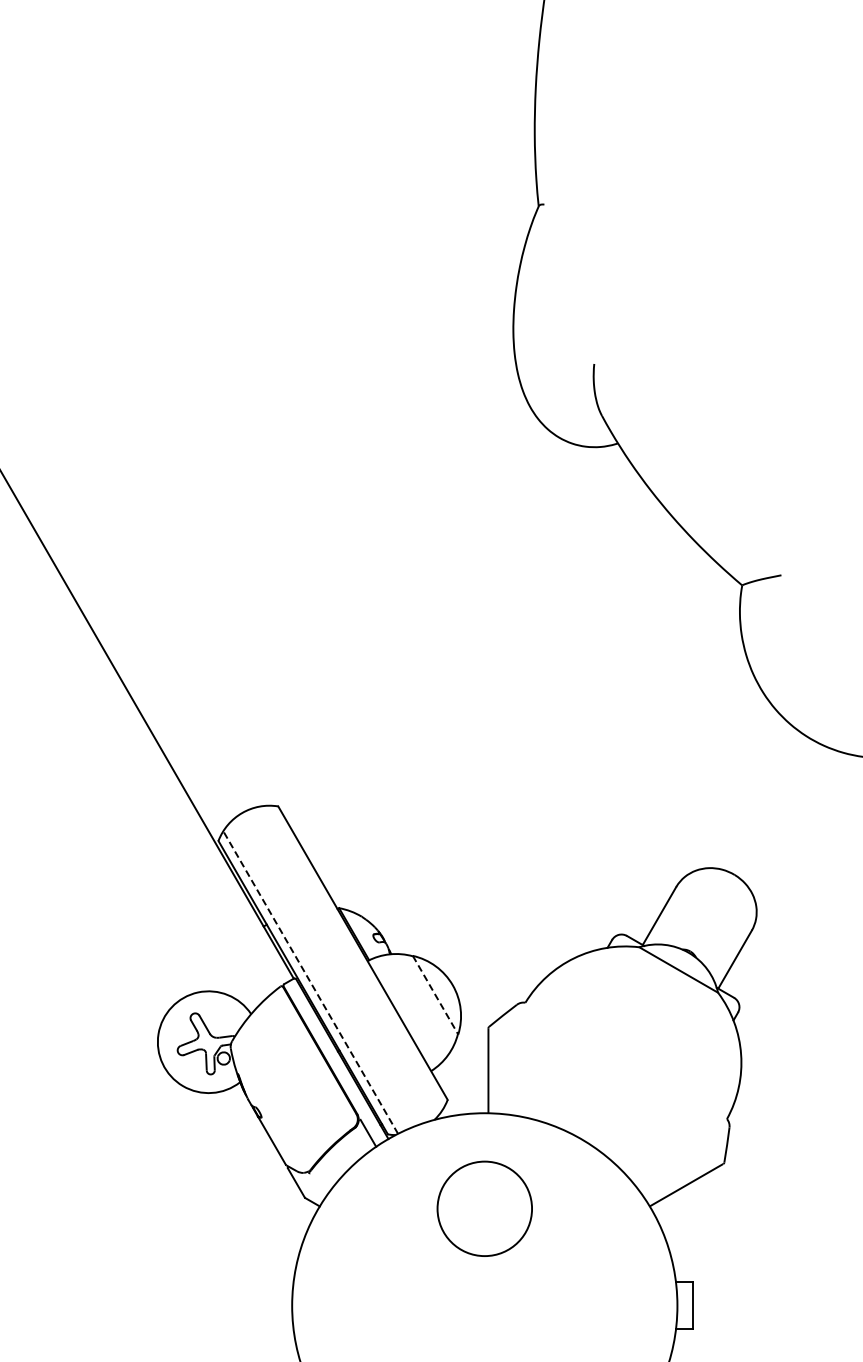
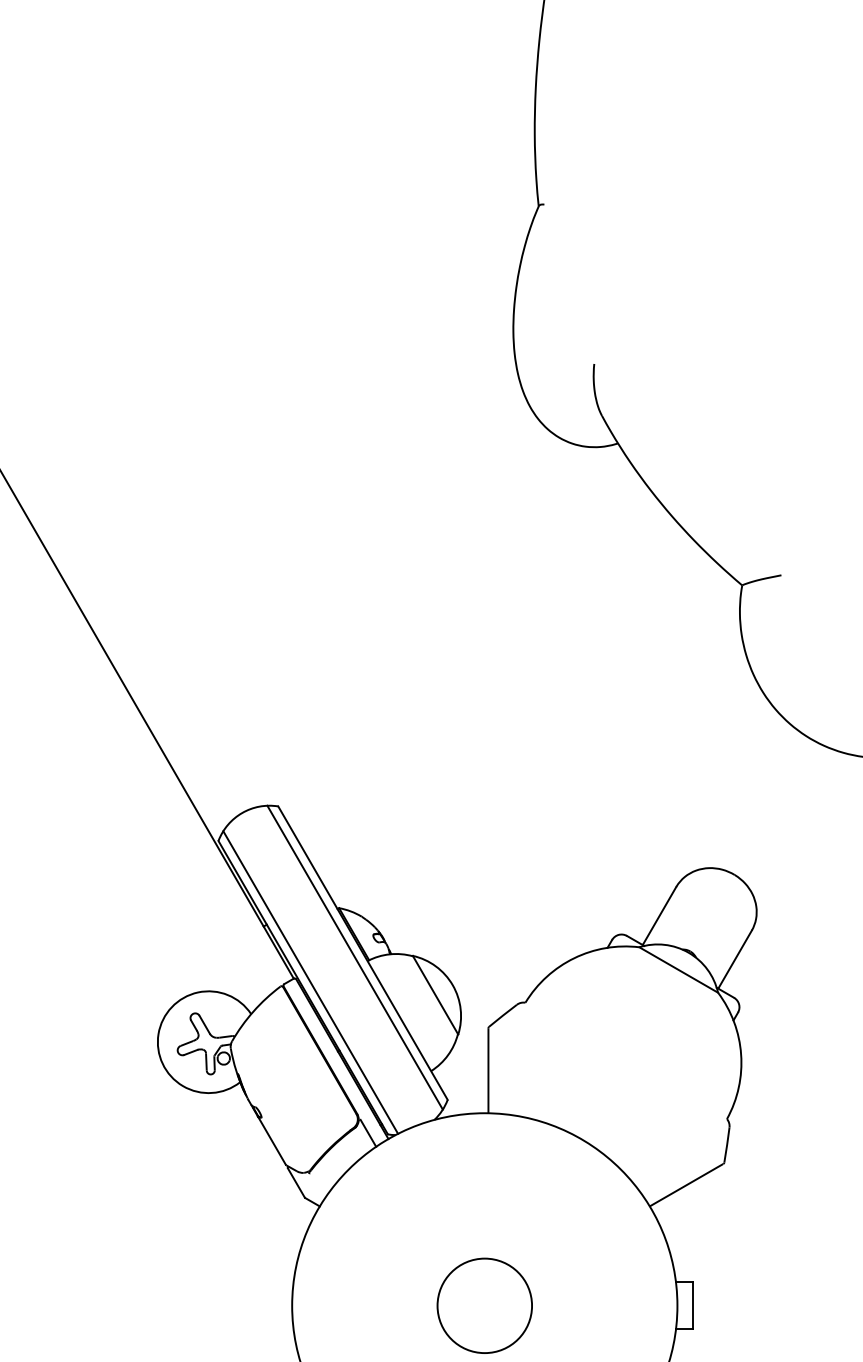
line at (354, 957): none -> present
line at (310, 982): dashed -> solid
line at (435, 995): dashed -> solid
circle at (484, 1208) position: (484, 1208) -> (484, 1305)
